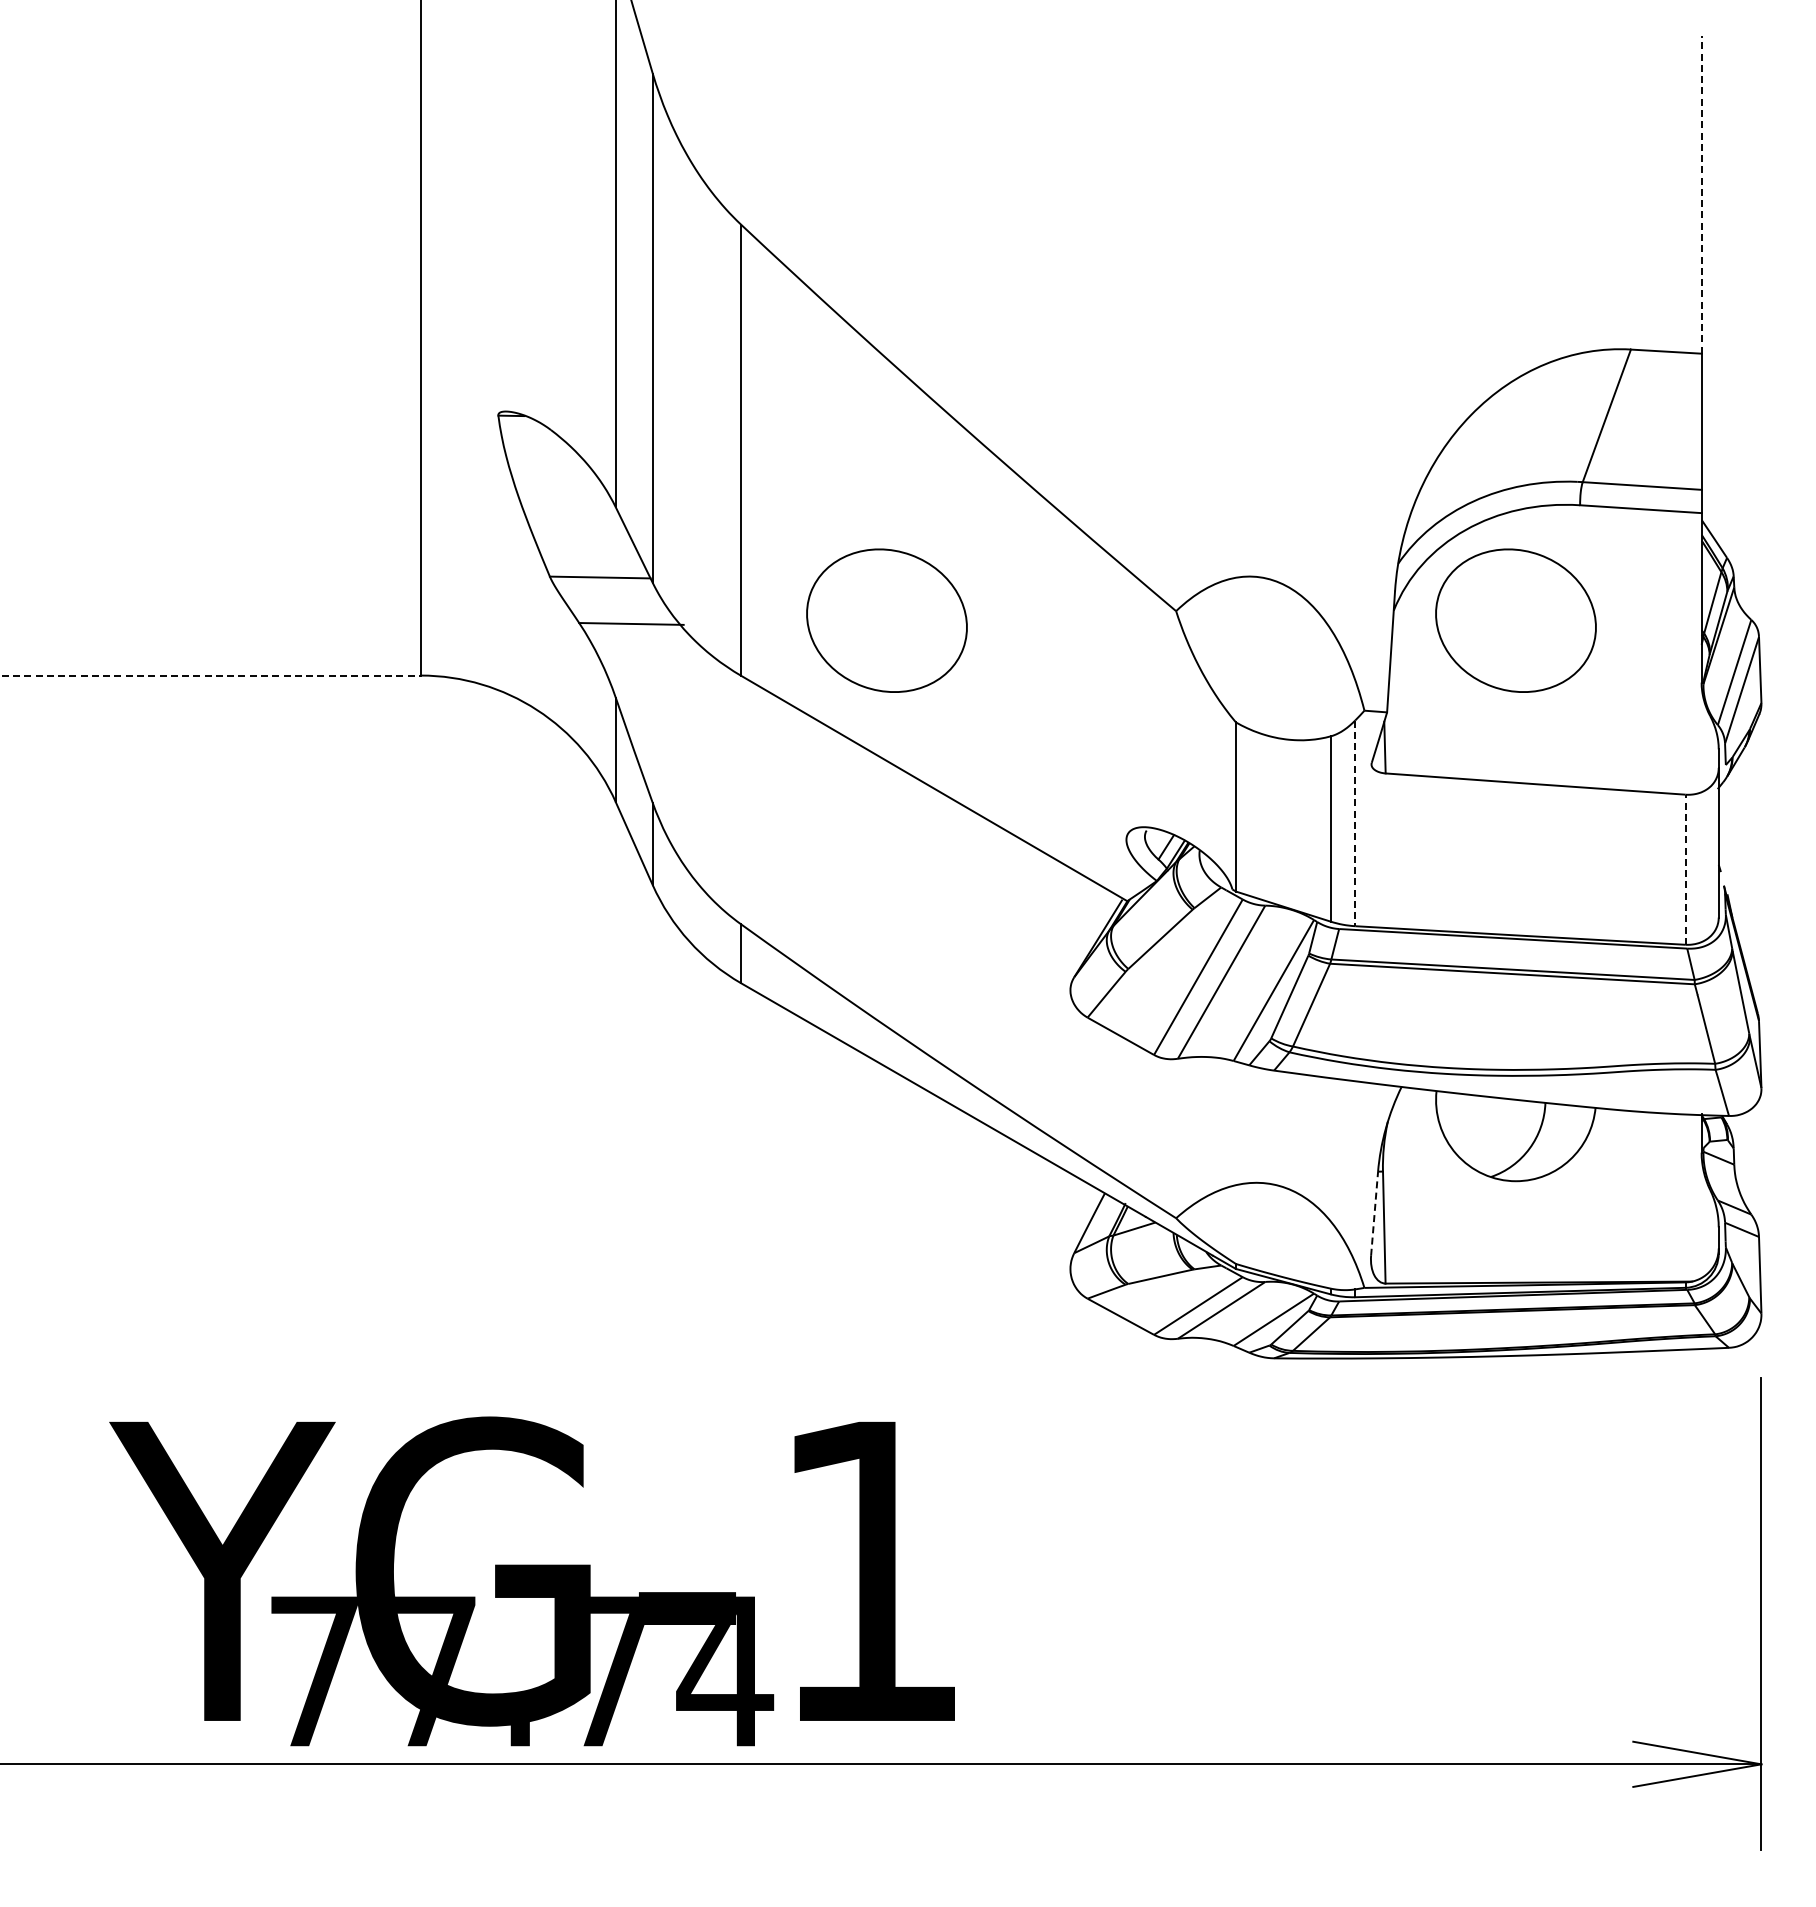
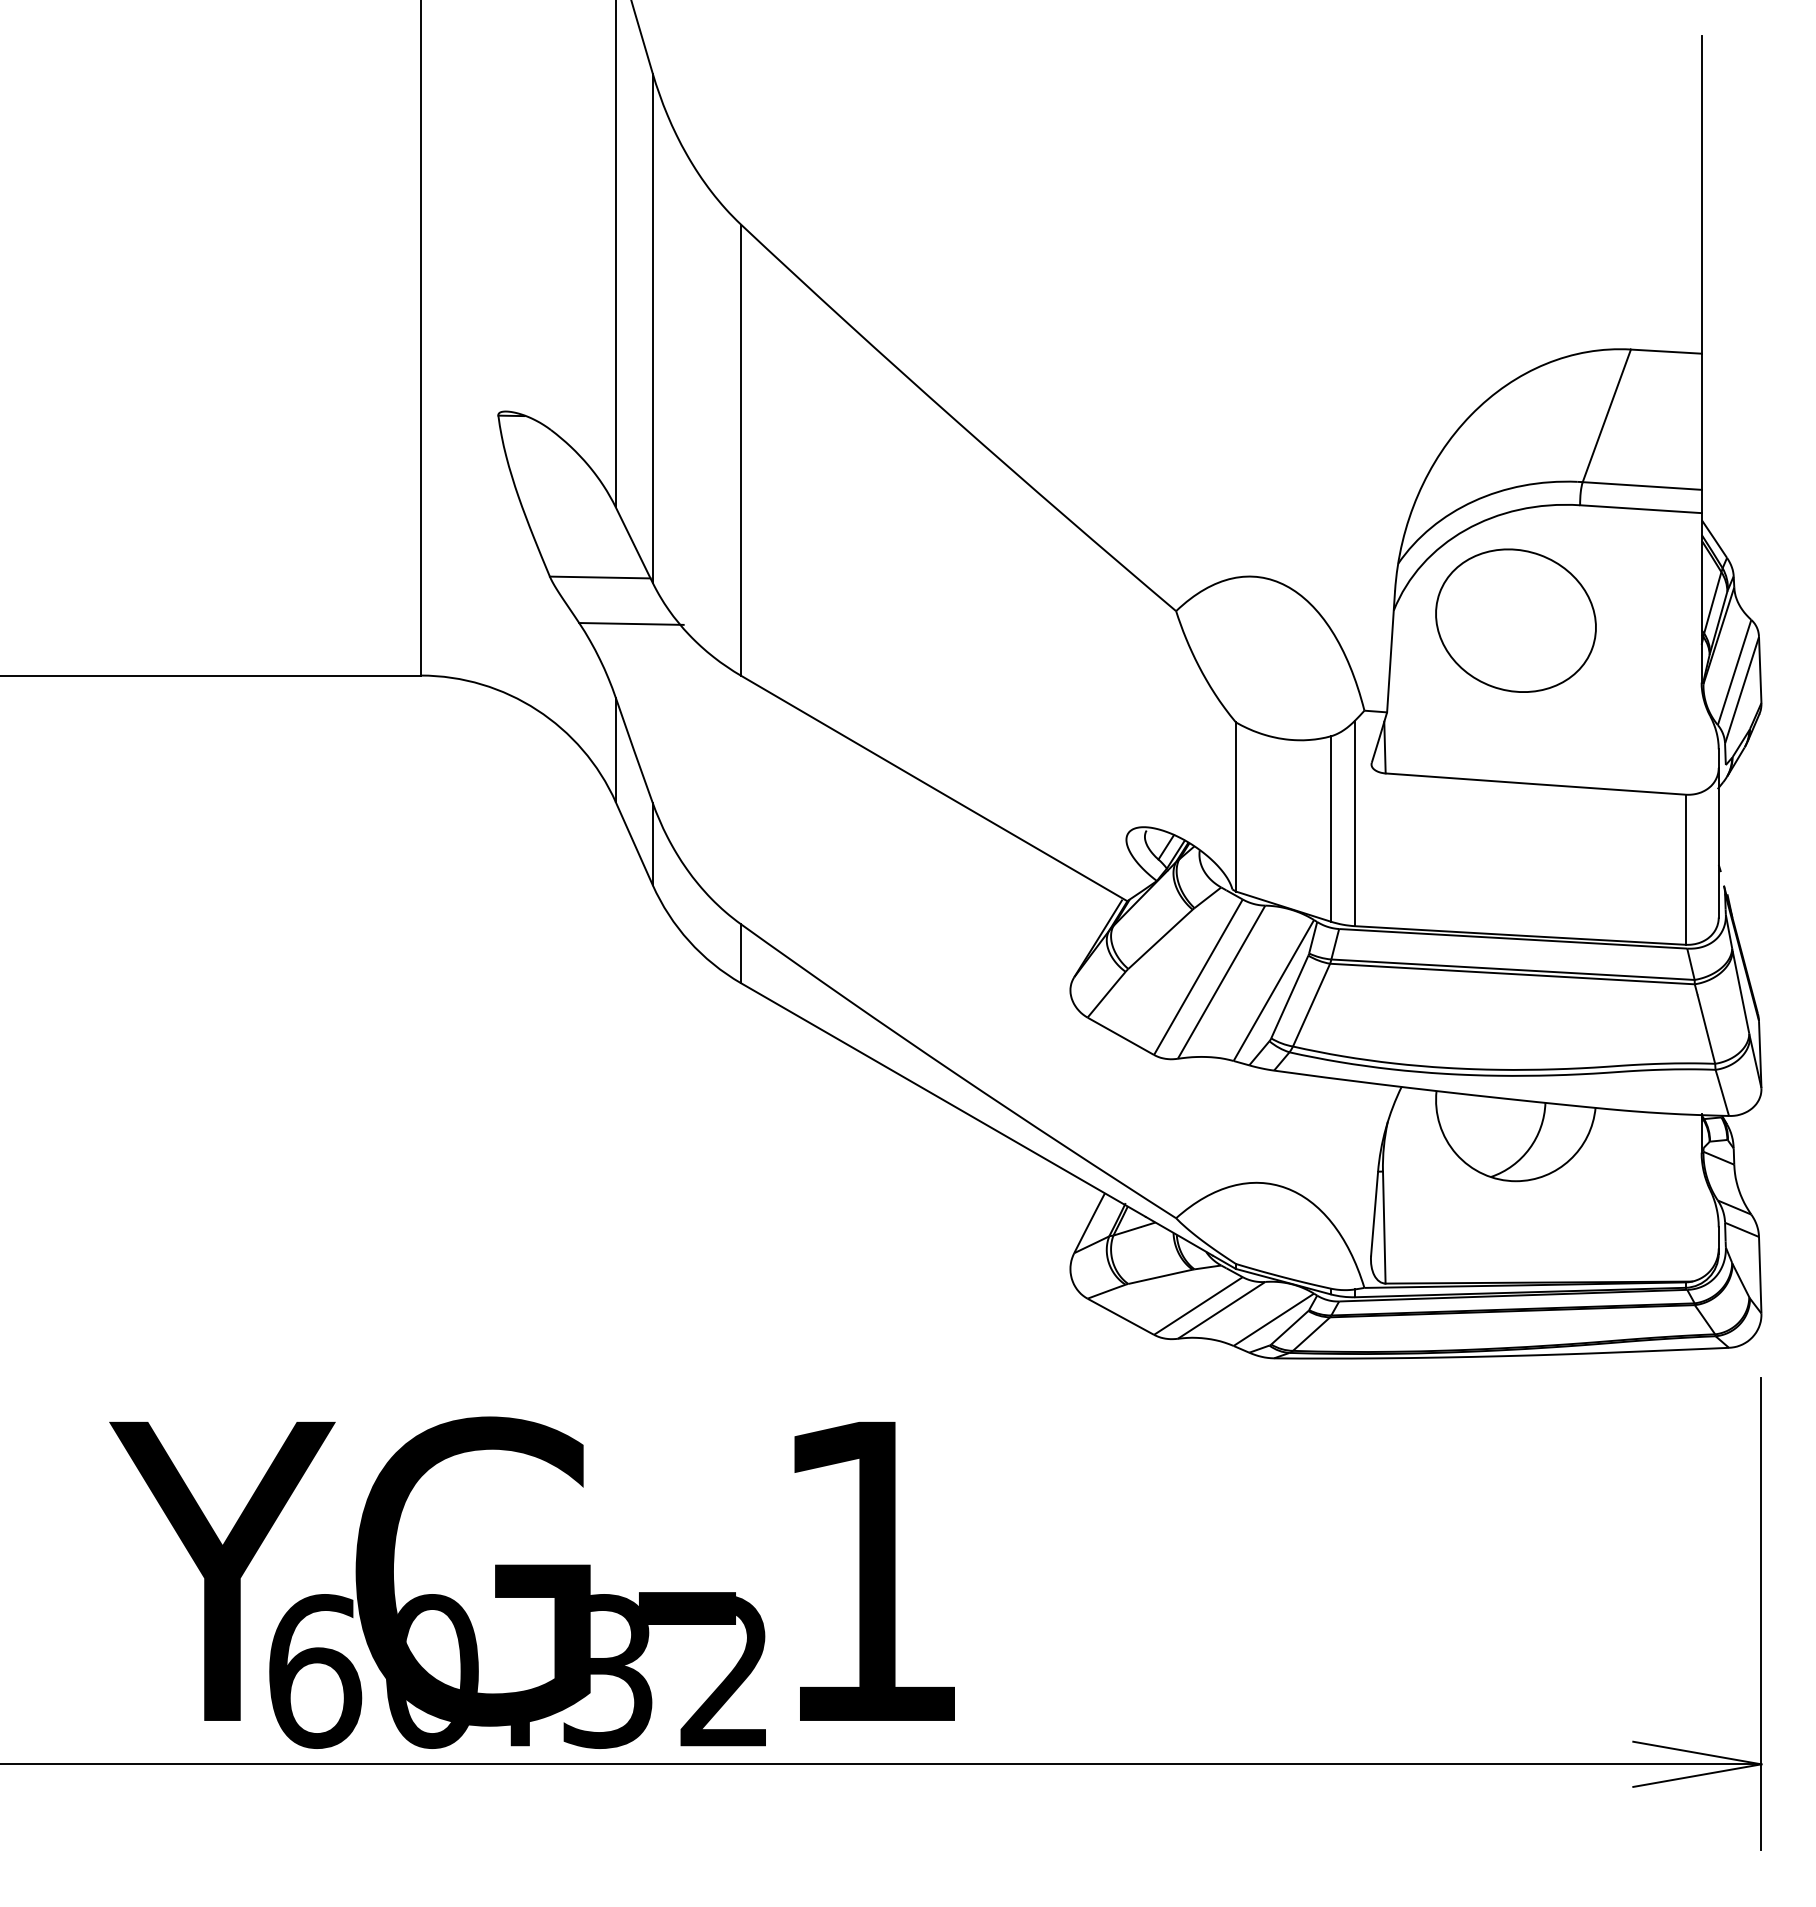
line at (1701, 194): dashed -> solid
part at (886, 620): present -> none
line at (211, 675): dashed -> solid
line at (1355, 823): dashed -> solid
line at (1685, 869): dashed -> solid
line at (1374, 1213): dashed -> solid
text at (521, 1671): 77.74 -> 60.32
